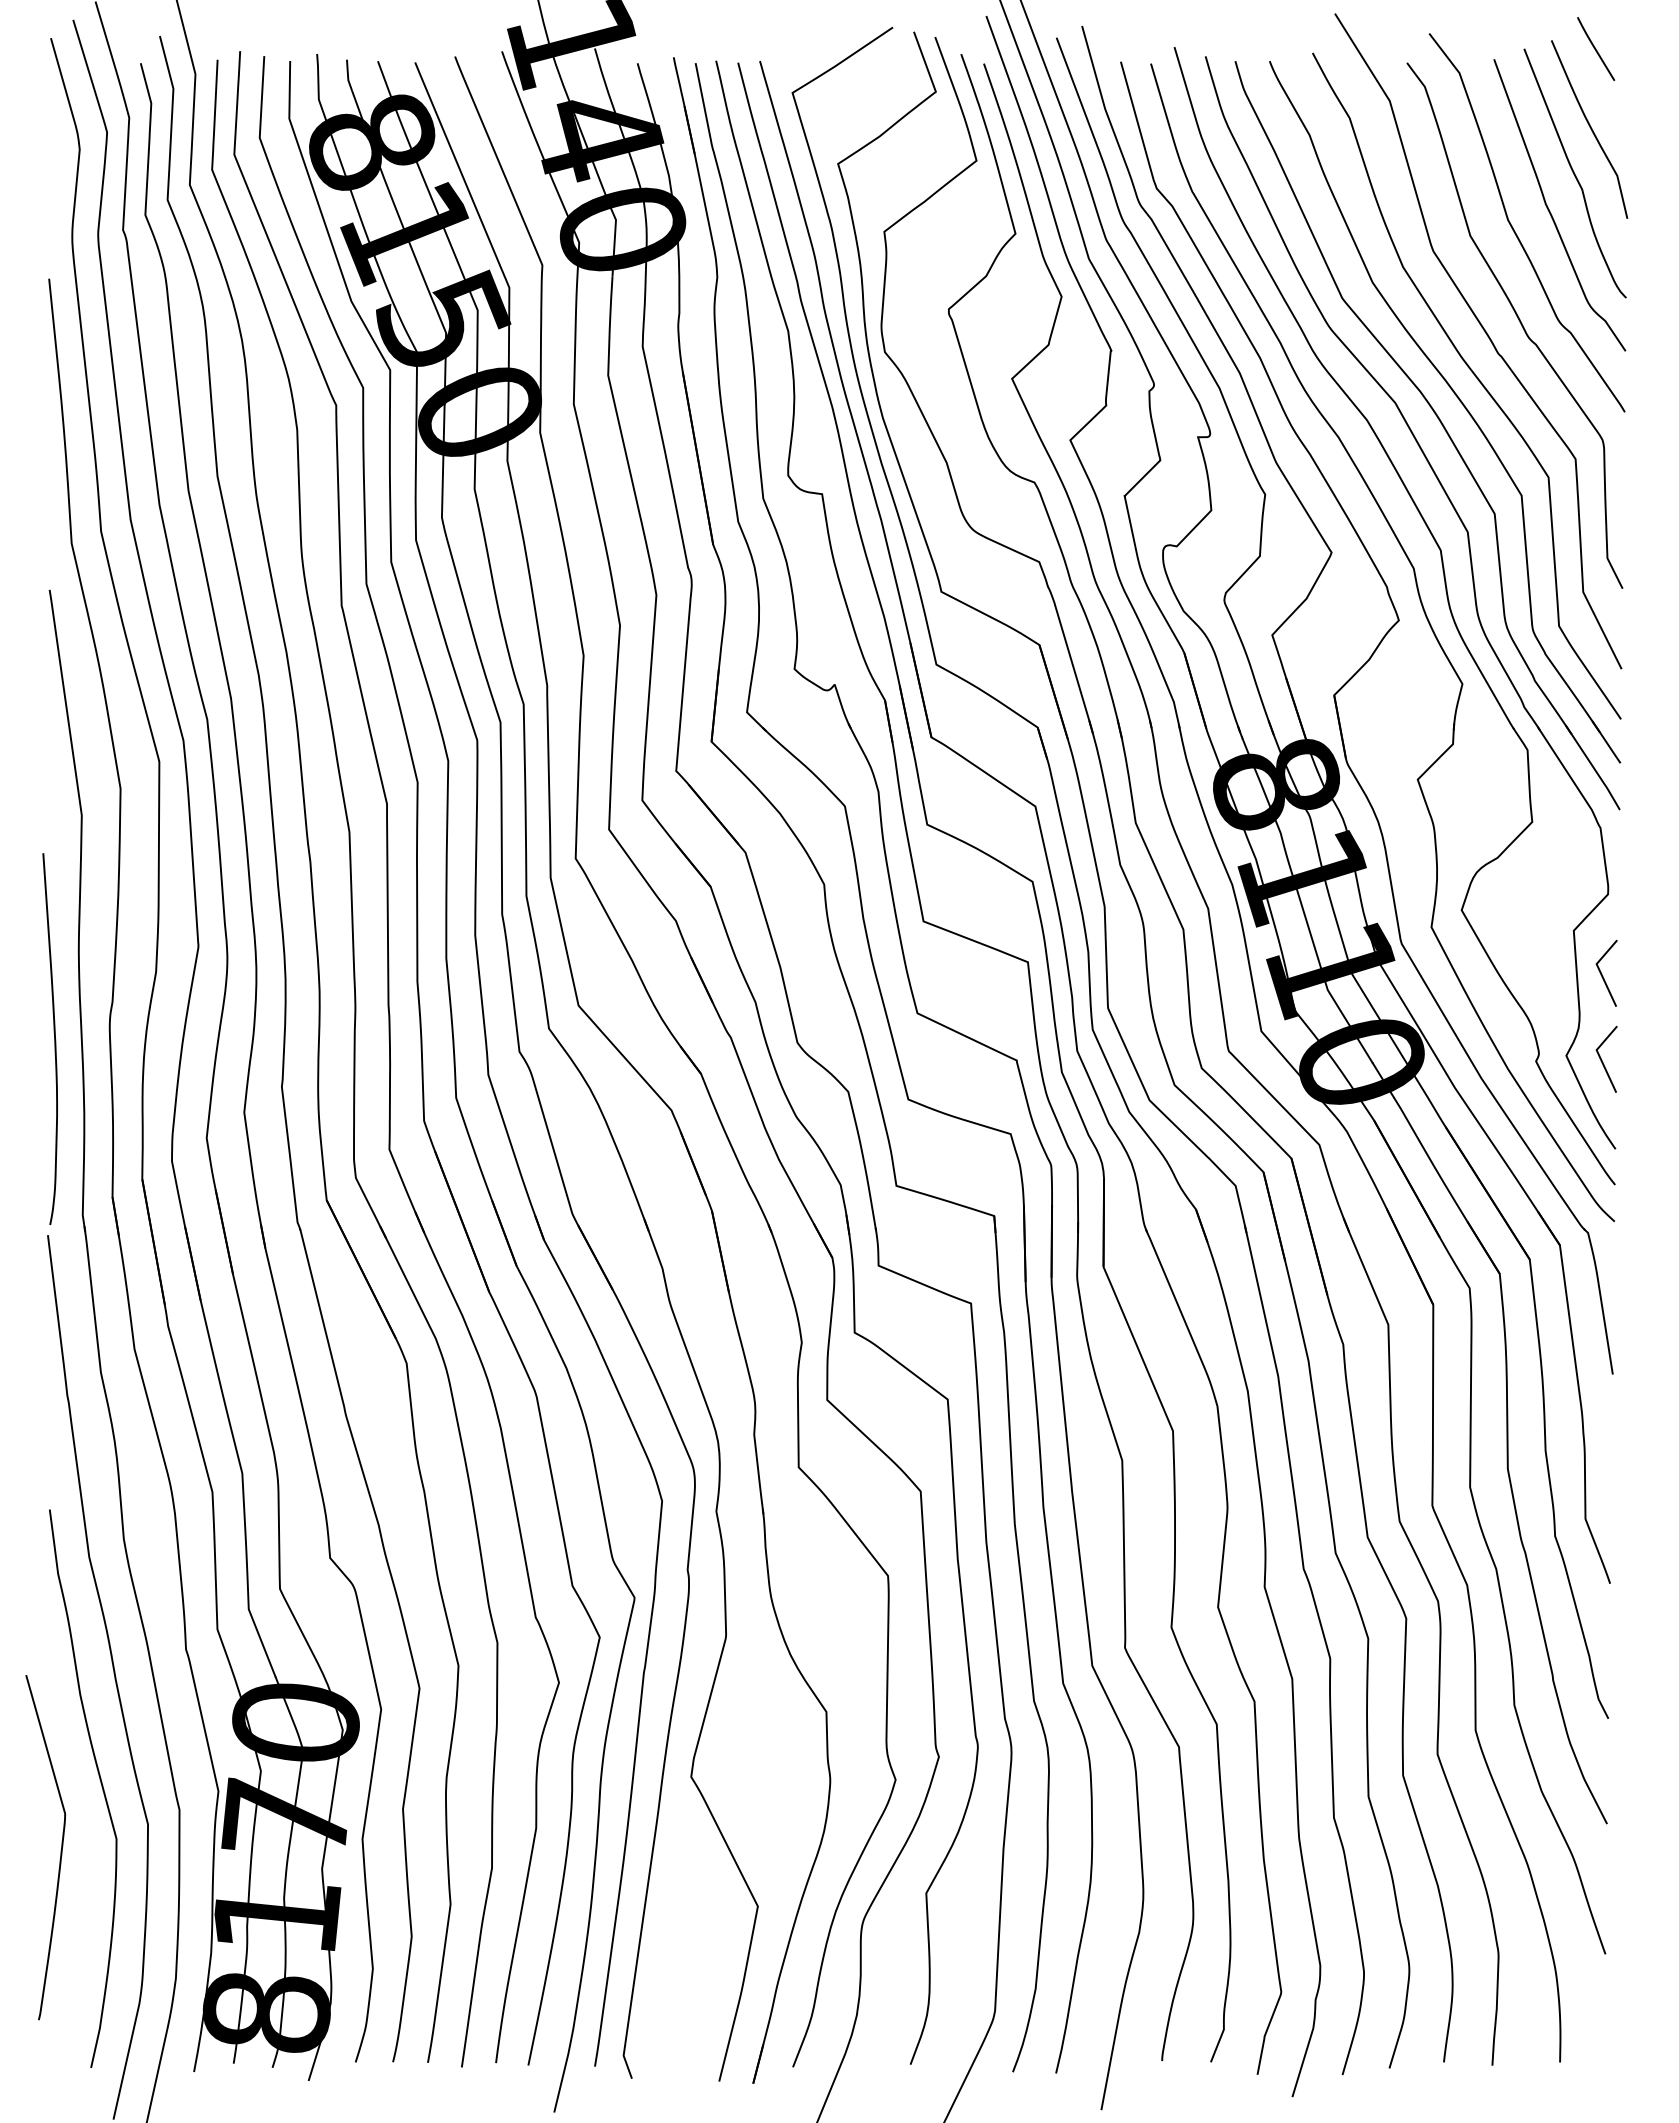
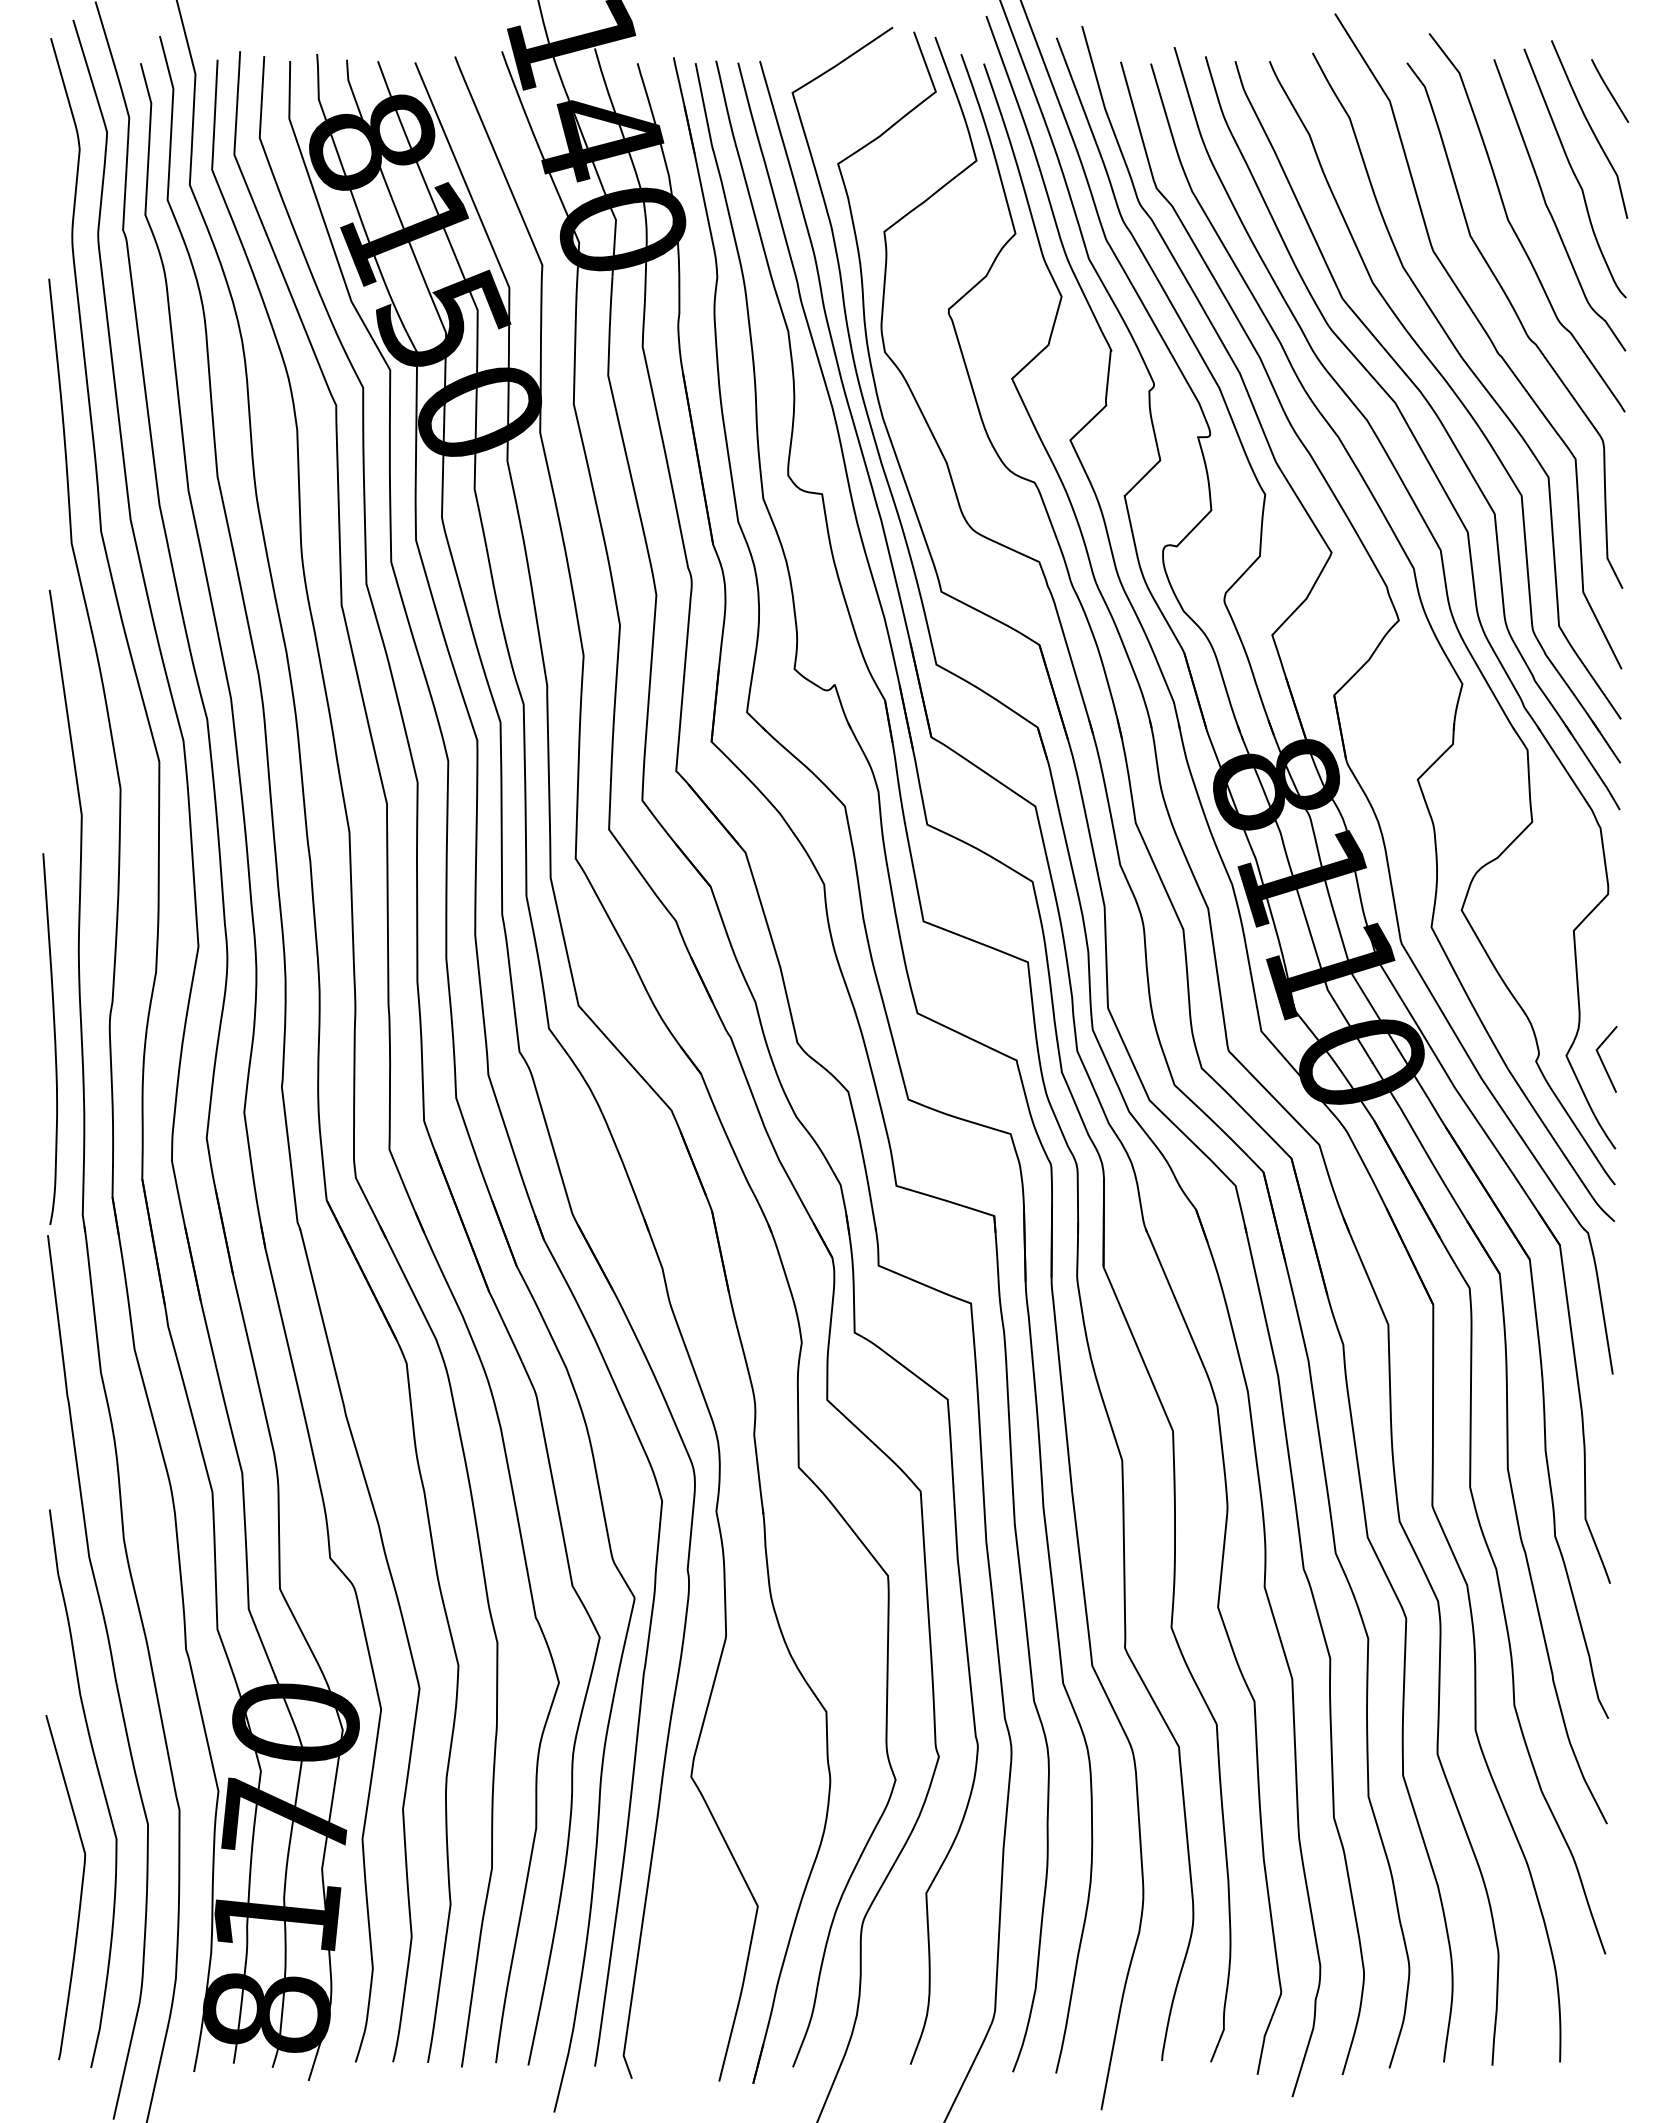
line at (1596, 48) position: (1596, 48) -> (1610, 90)
line at (1602, 974): present -> none
curve at (60, 1850) position: (60, 1850) -> (80, 1890)
